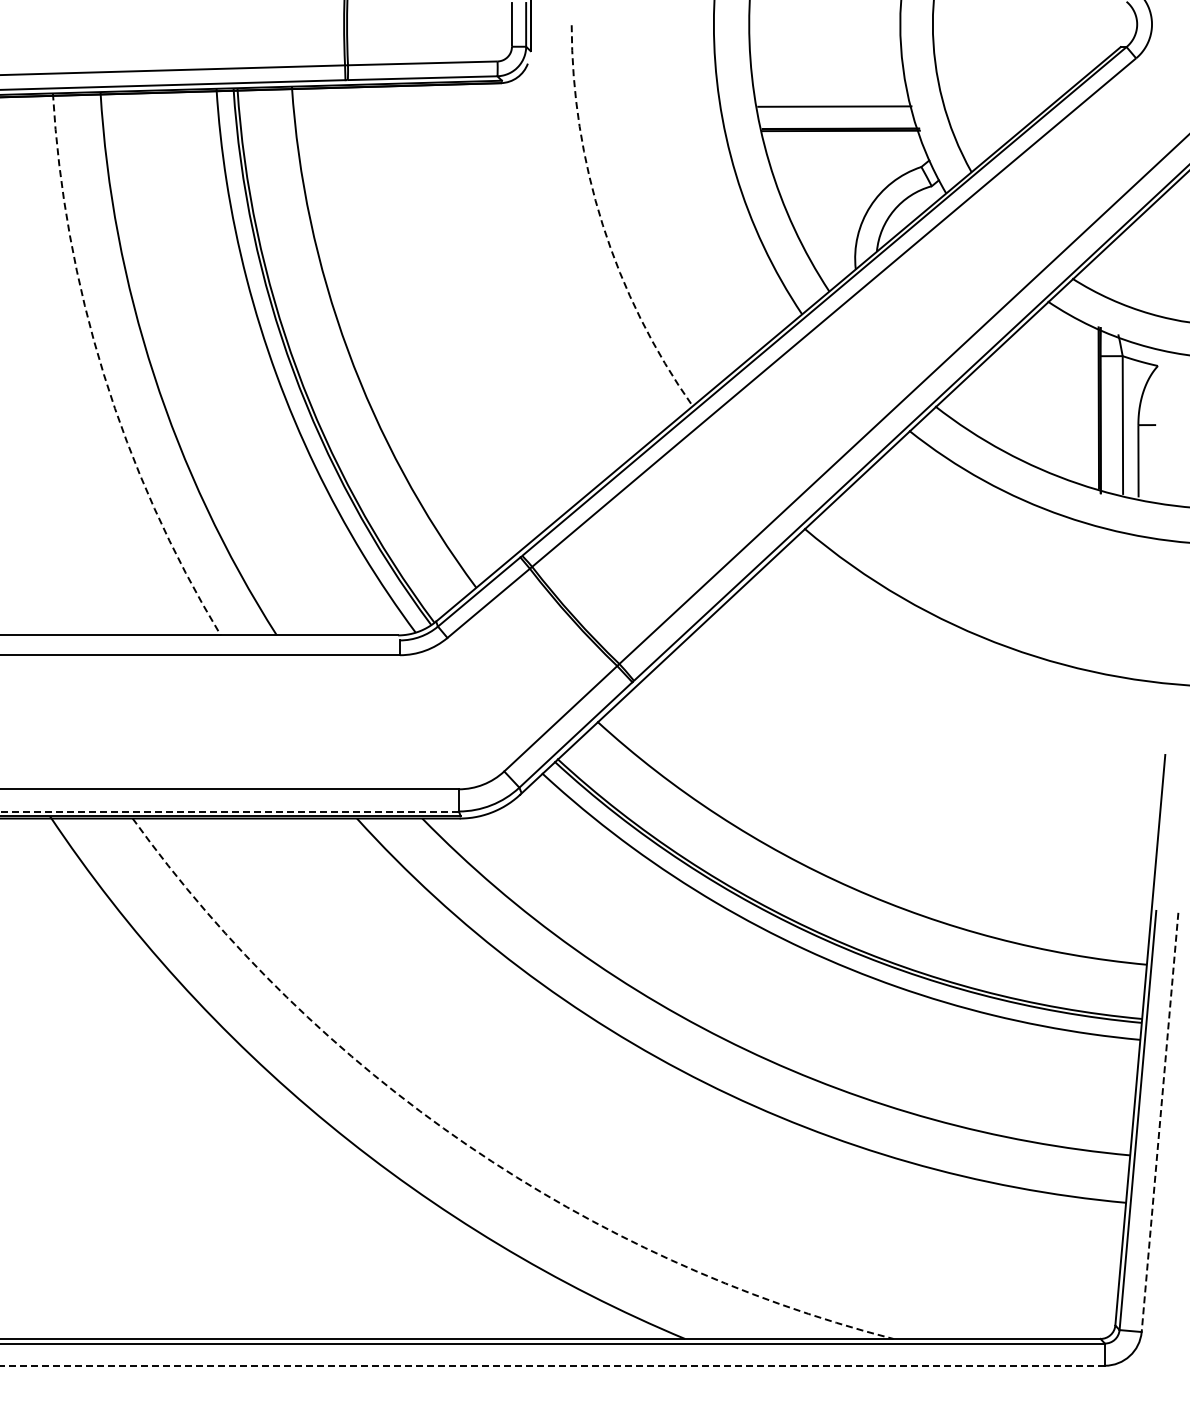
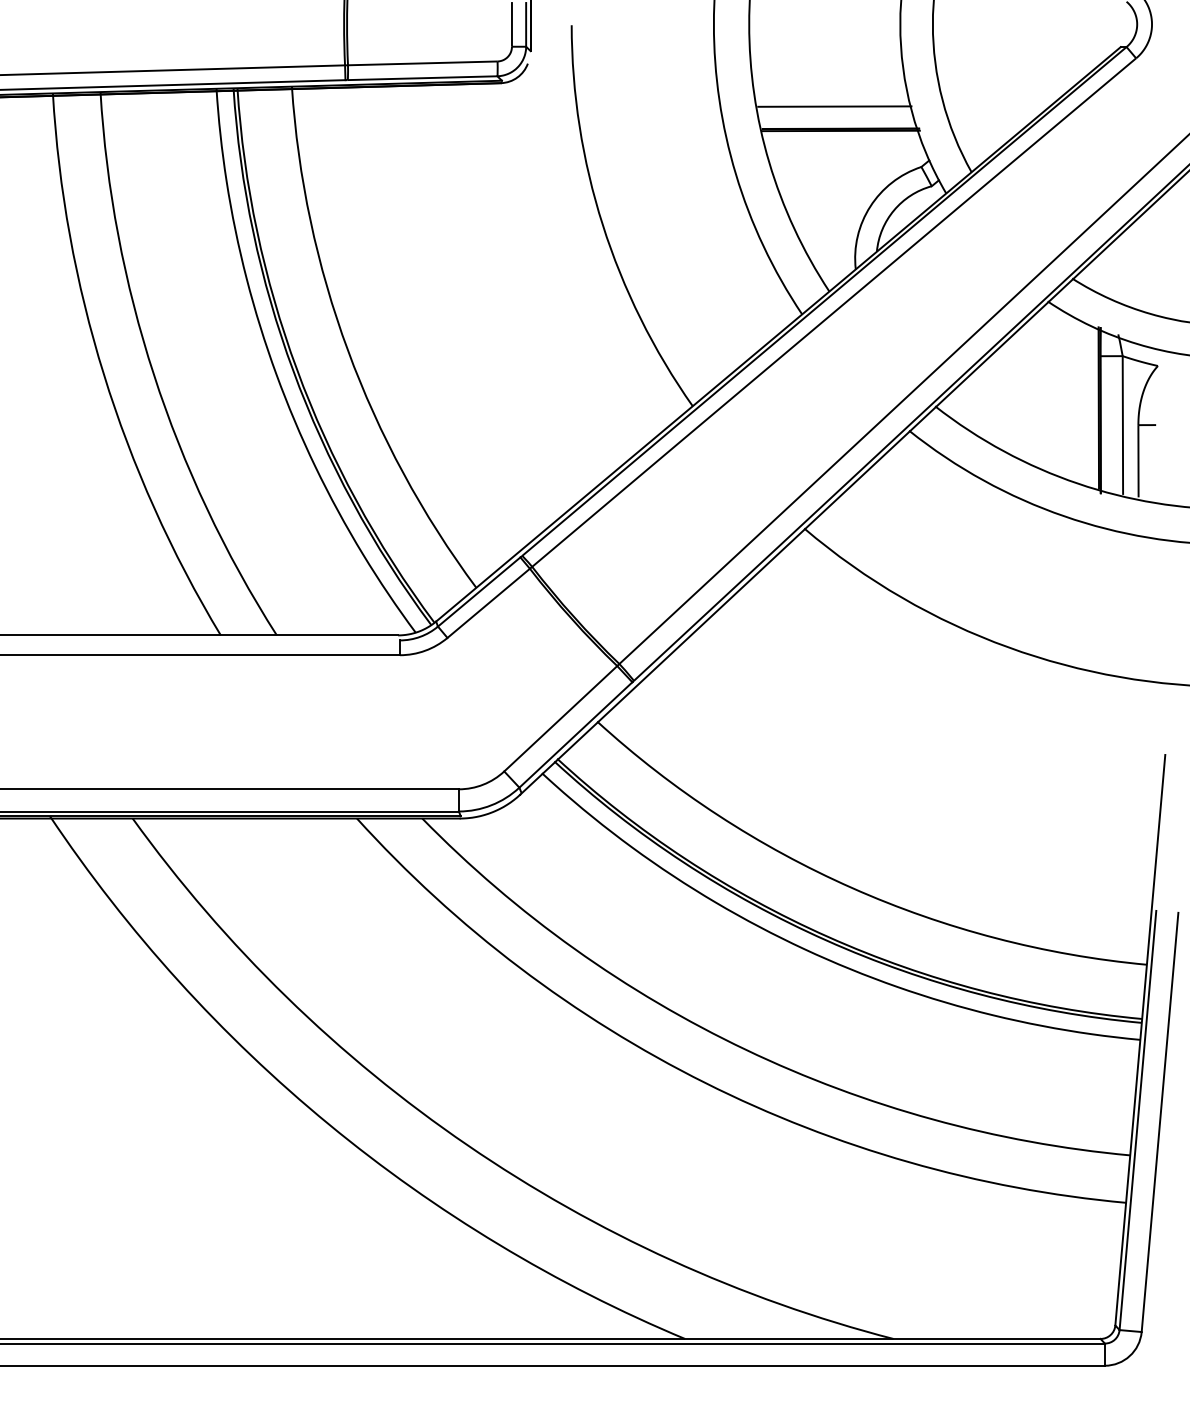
arc at (602, 225): dashed -> solid
arc at (103, 374): dashed -> solid
line at (229, 811): dashed -> solid
line at (1159, 1122): dashed -> solid
arc at (467, 1145): dashed -> solid
line at (552, 1365): dashed -> solid
